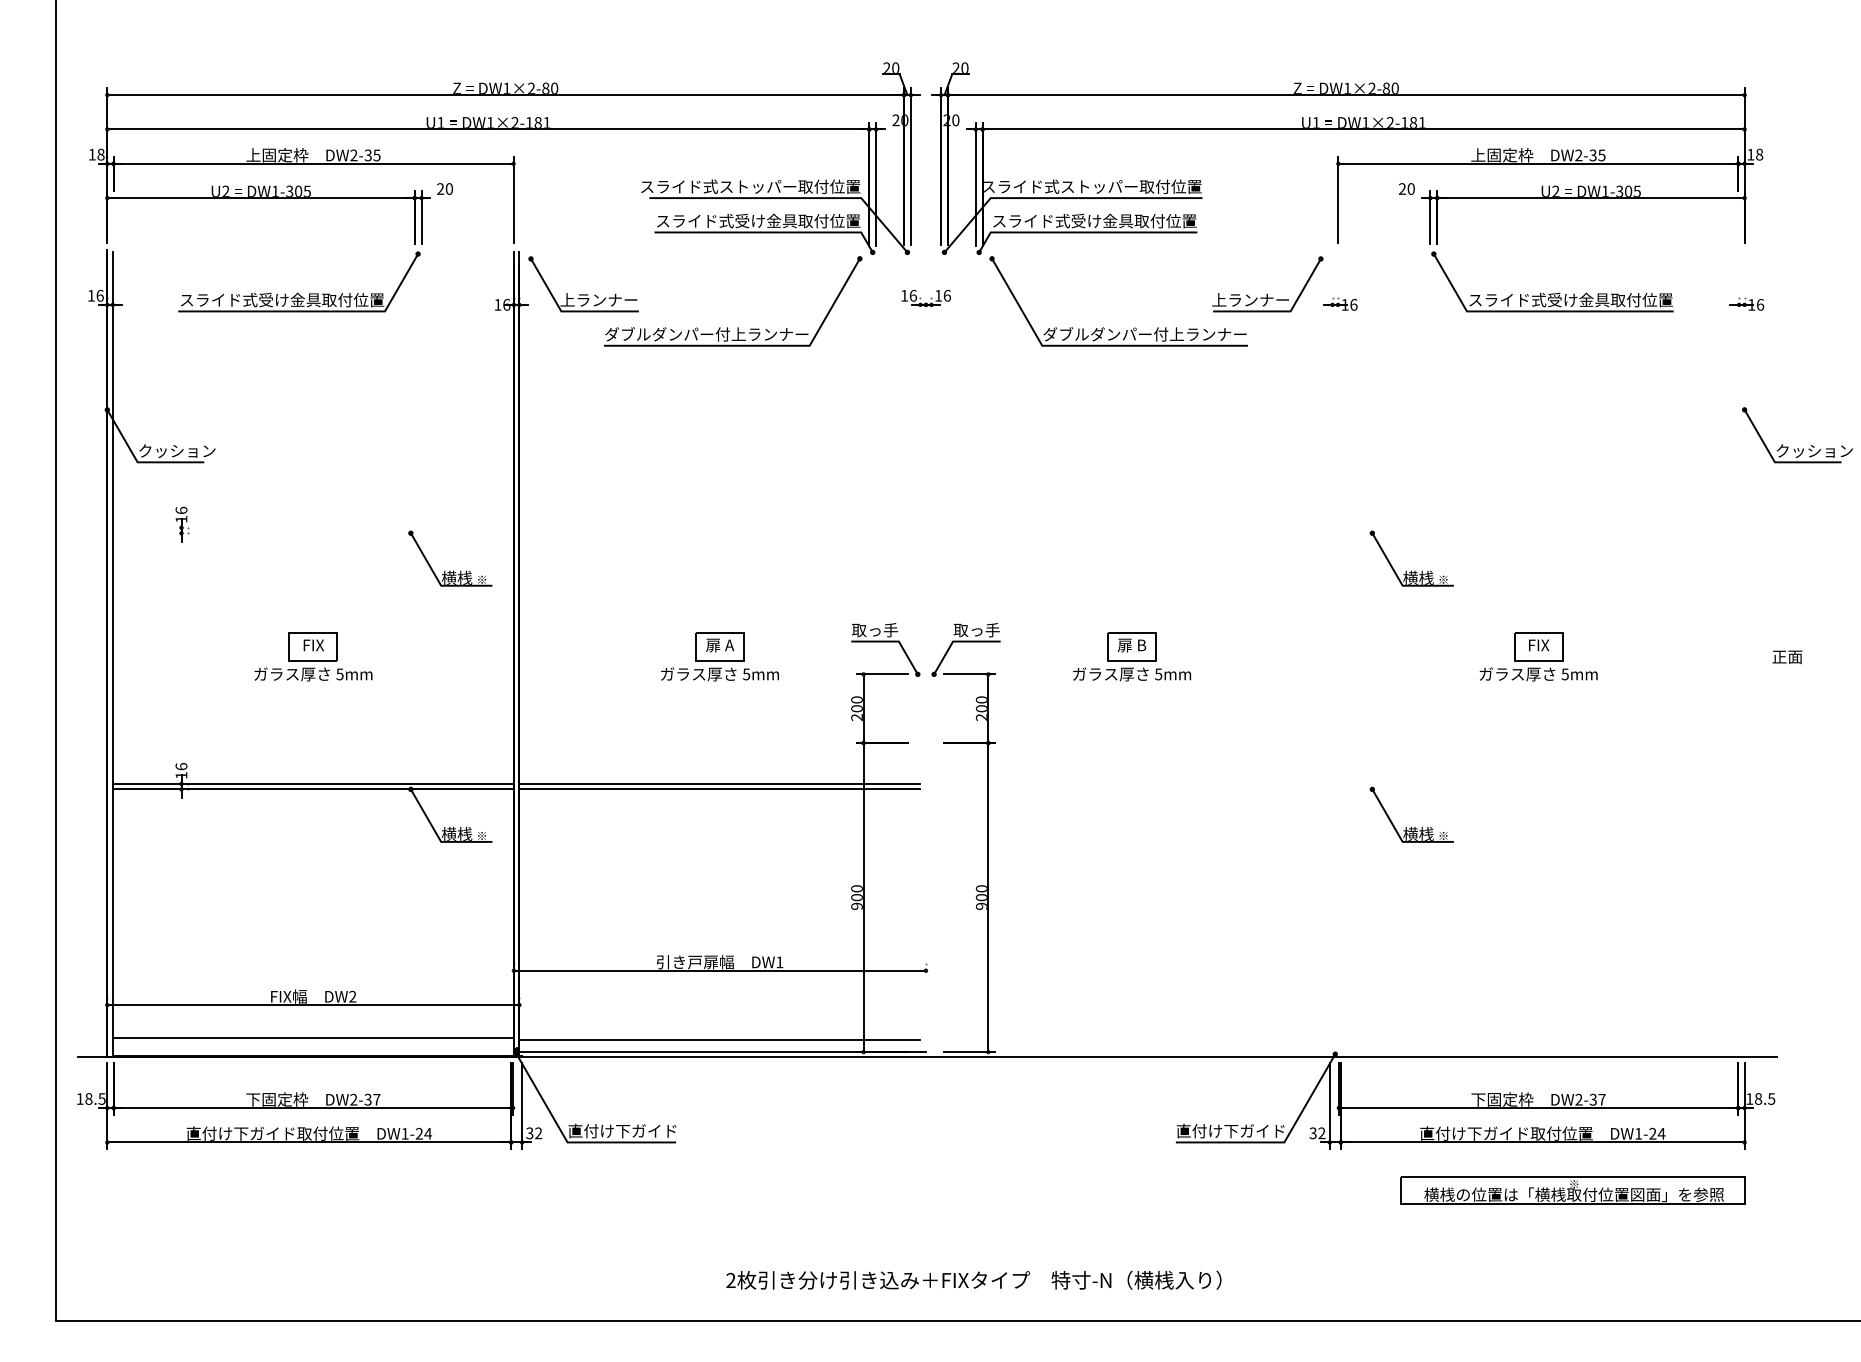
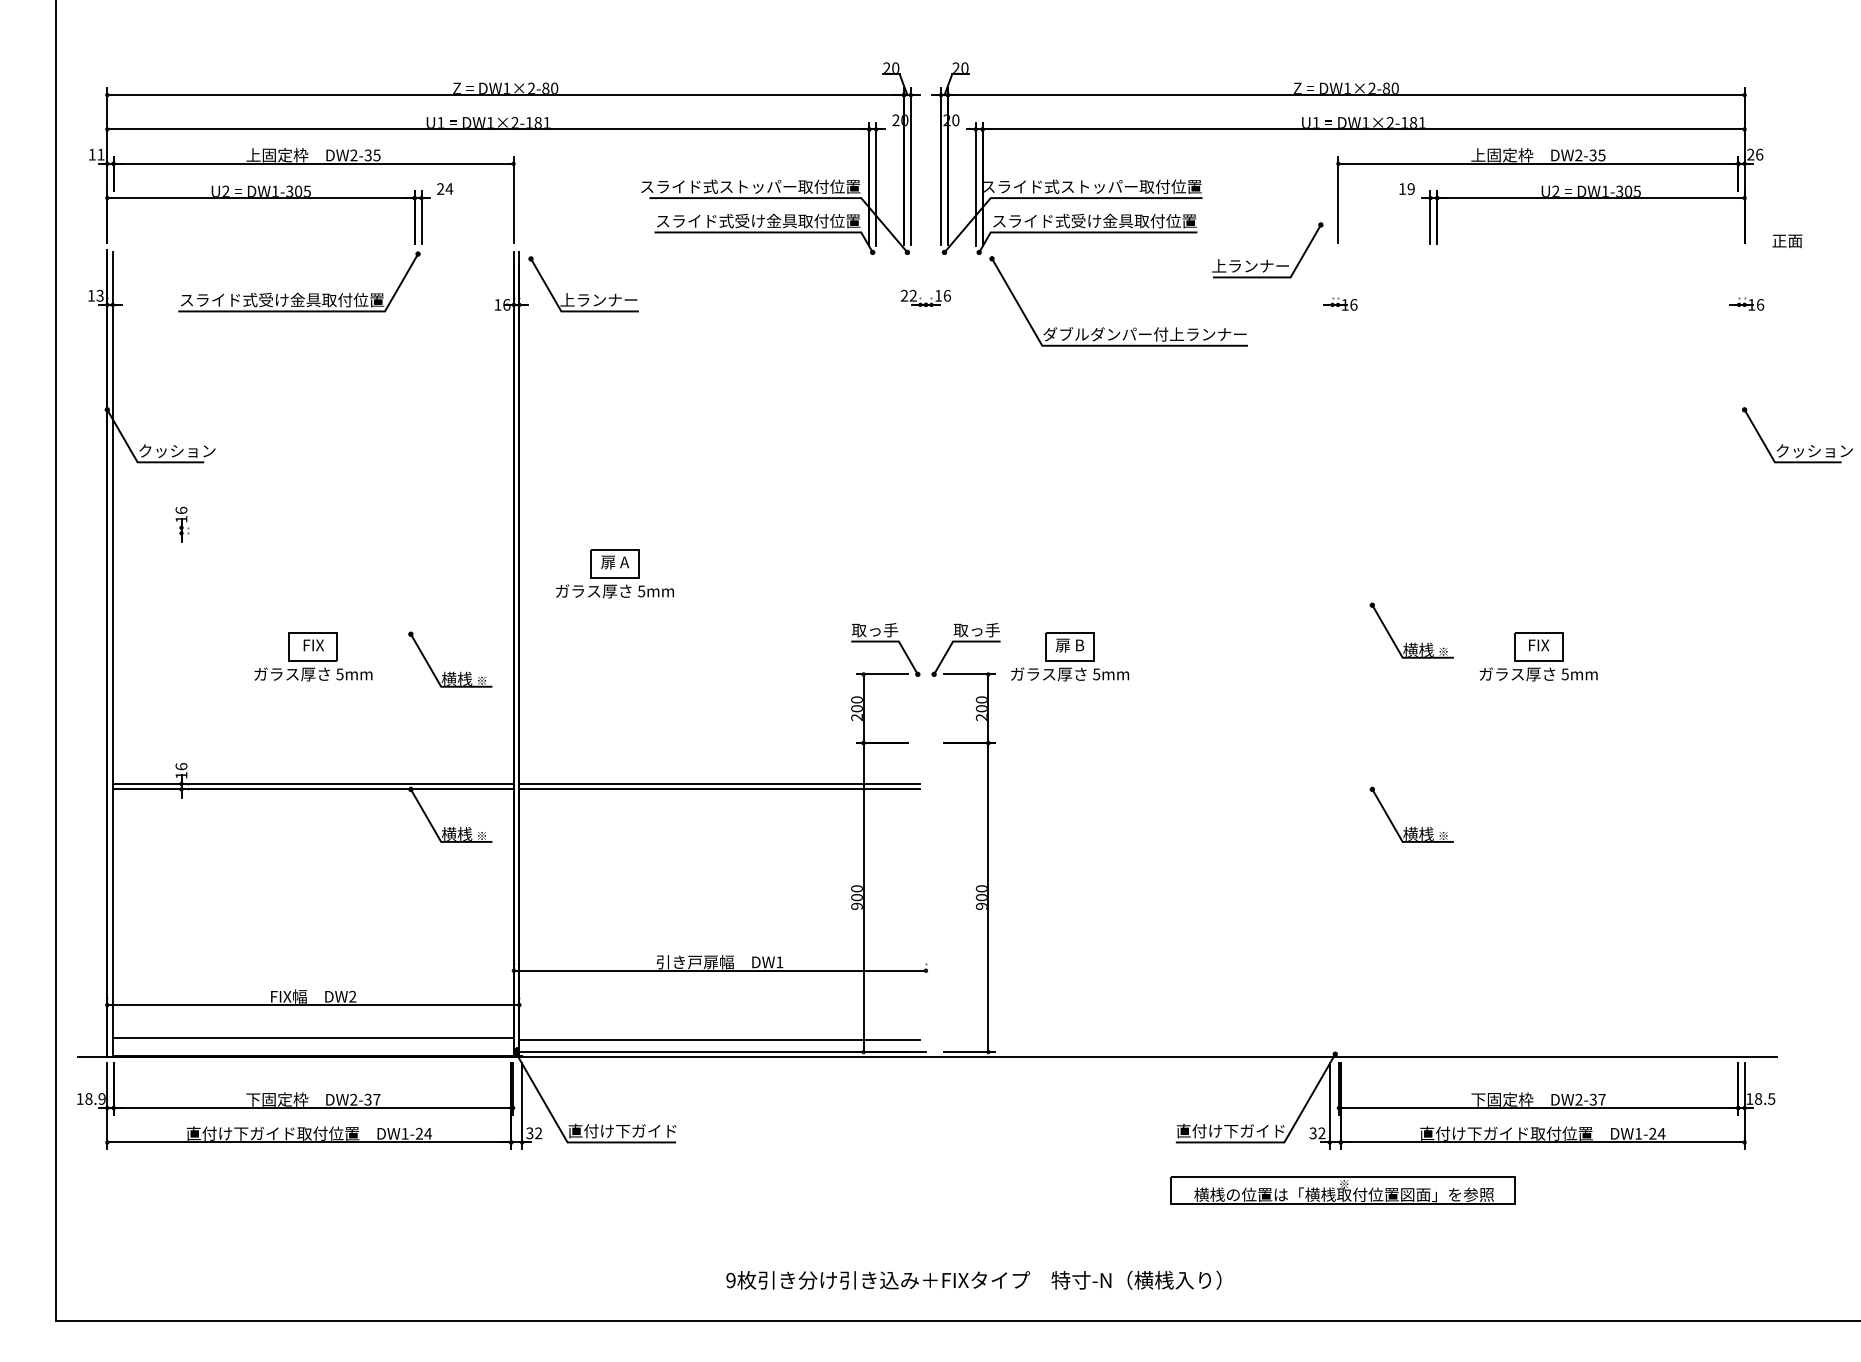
text at (100, 154): 18 -> 11
text at (1755, 154): 18 -> 26
text at (449, 188): 20 -> 24
text at (1406, 188): 20 -> 19
part at (1267, 293) position: (1267, 293) -> (1267, 259)
part at (1552, 293): present -> none
text at (99, 295): 16 -> 13
text at (908, 295): 16 -> 22
part at (737, 327): present -> none
part at (450, 570) position: (450, 570) -> (450, 671)
part at (1411, 570) position: (1411, 570) -> (1411, 642)
part at (719, 656) position: (719, 656) -> (614, 573)
part at (1132, 656) position: (1132, 656) -> (1070, 656)
text at (1787, 657) position: (1787, 657) -> (1787, 241)
text at (101, 1098): 18.5 -> 18.9
part at (1572, 1190) position: (1572, 1190) -> (1342, 1190)
text at (730, 1280): 2 -> 9
